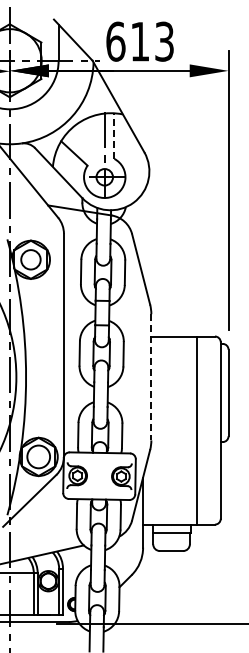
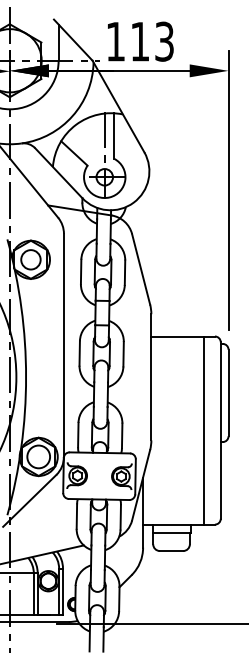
text at (115, 41): 613 -> 113
line at (114, 136): dashed -> solid
line at (151, 377): dashed -> solid
line at (197, 430) position: (197, 430) -> (204, 430)
